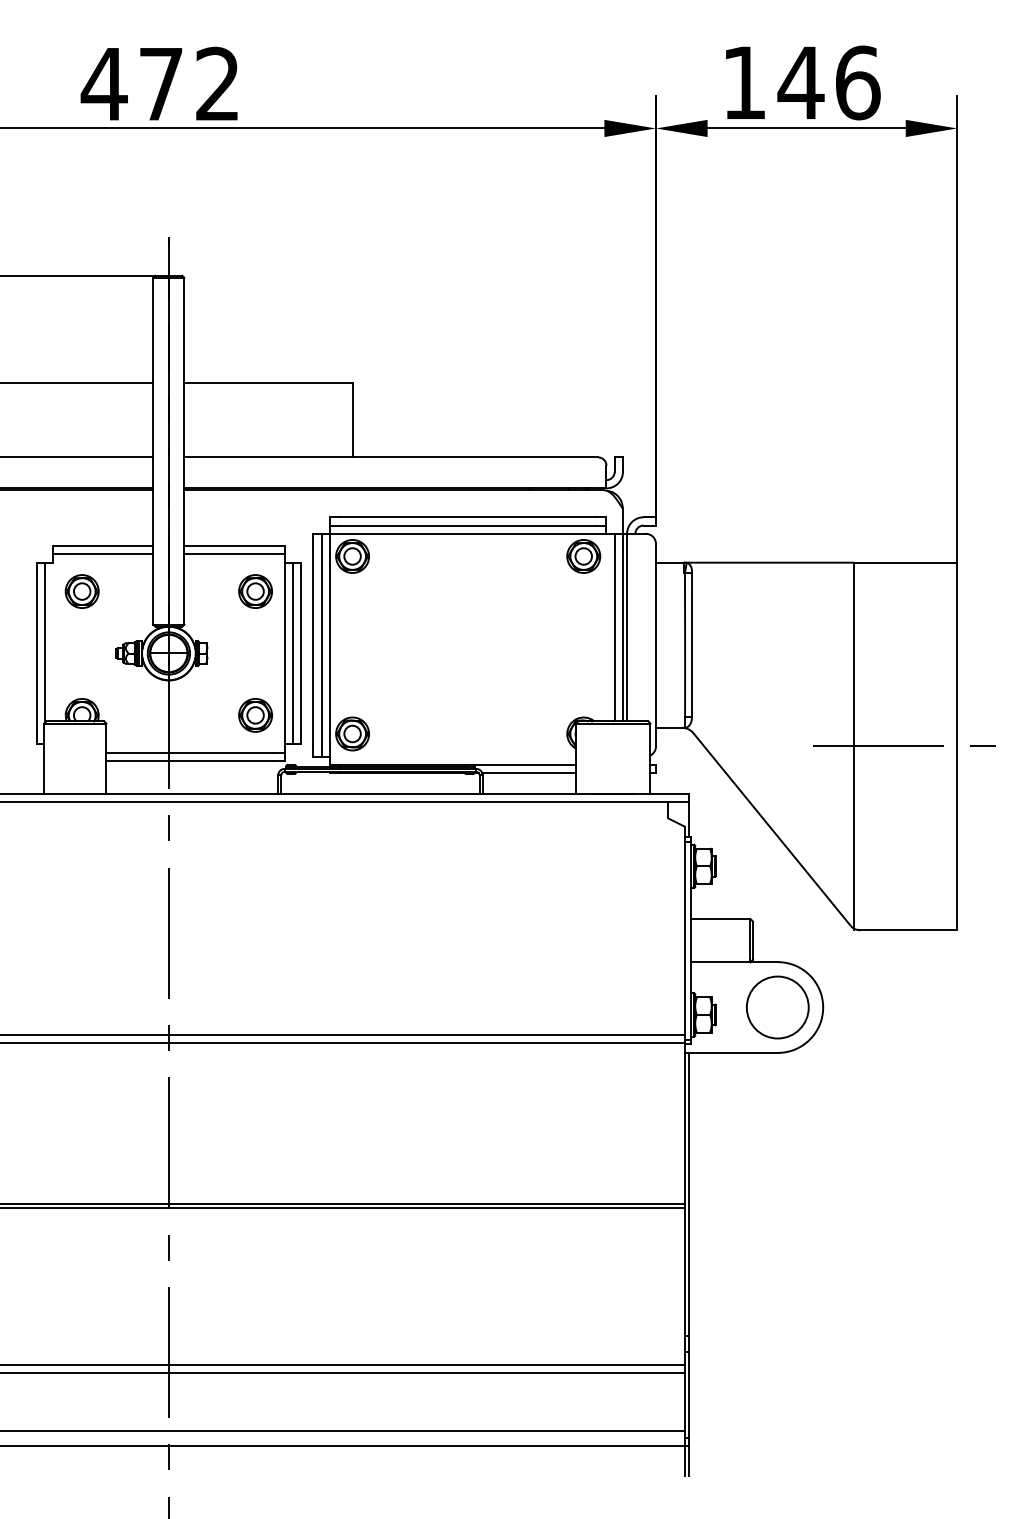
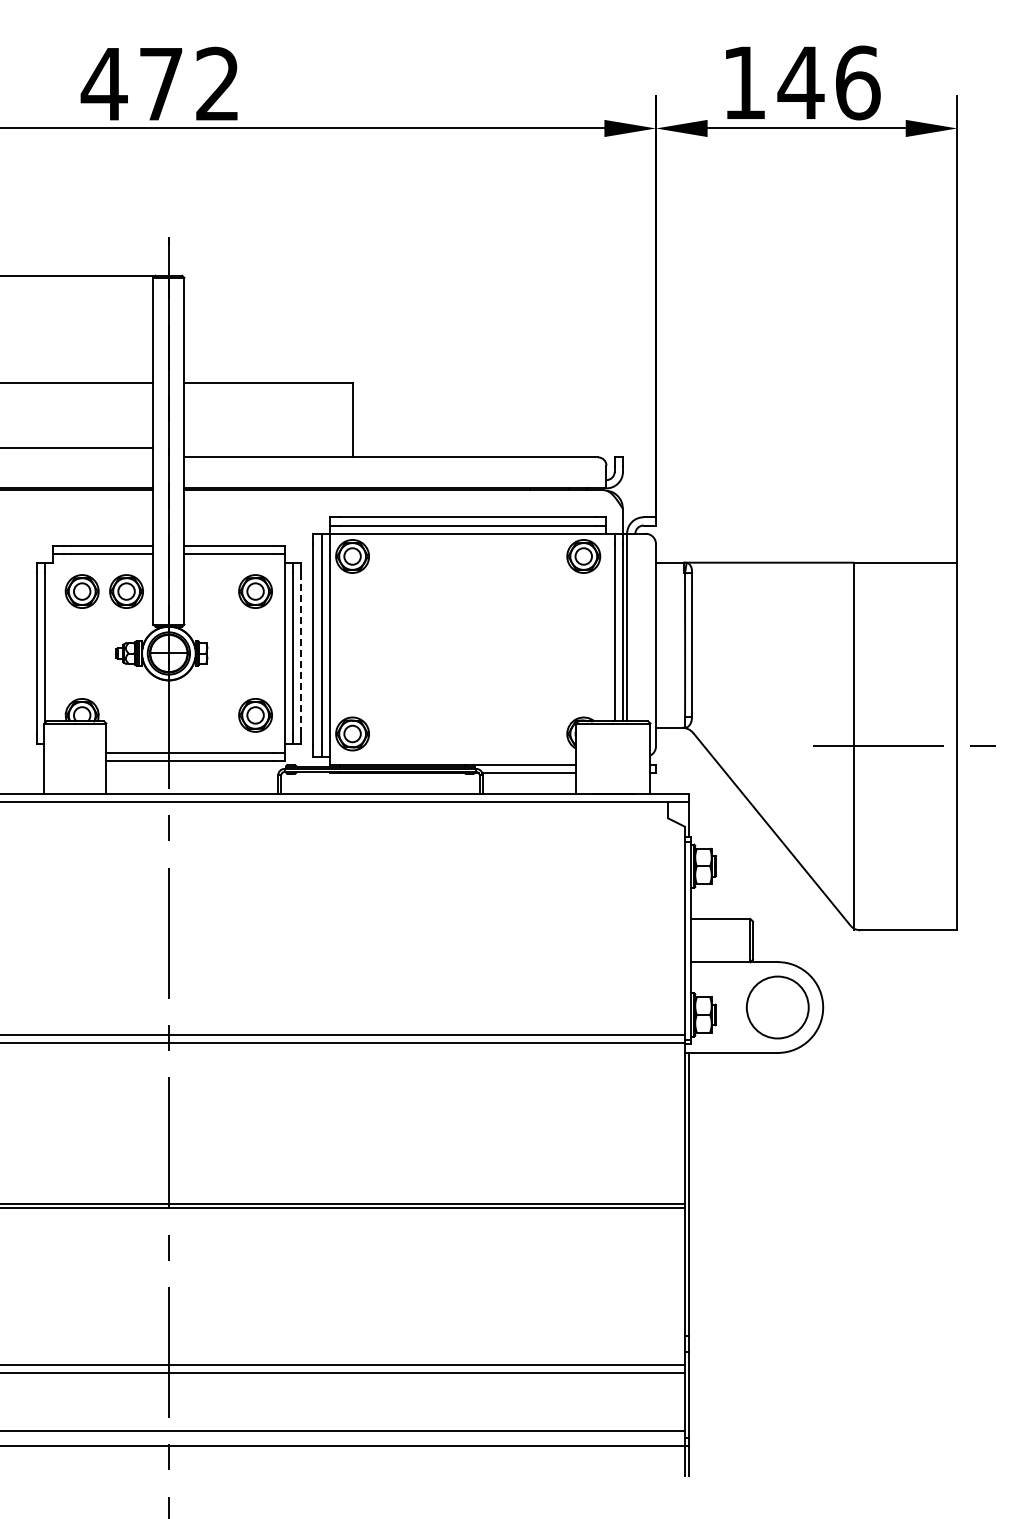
line at (77, 457) position: (77, 457) -> (77, 448)
part at (126, 591): none -> present
line at (301, 654): solid -> dashed
